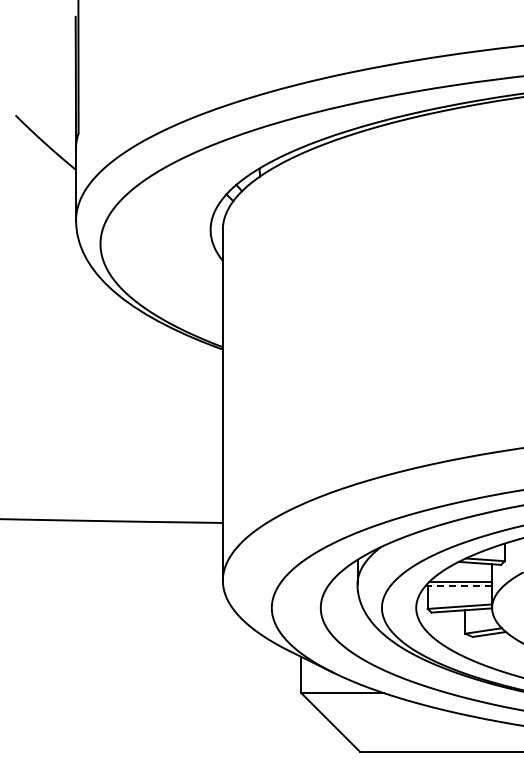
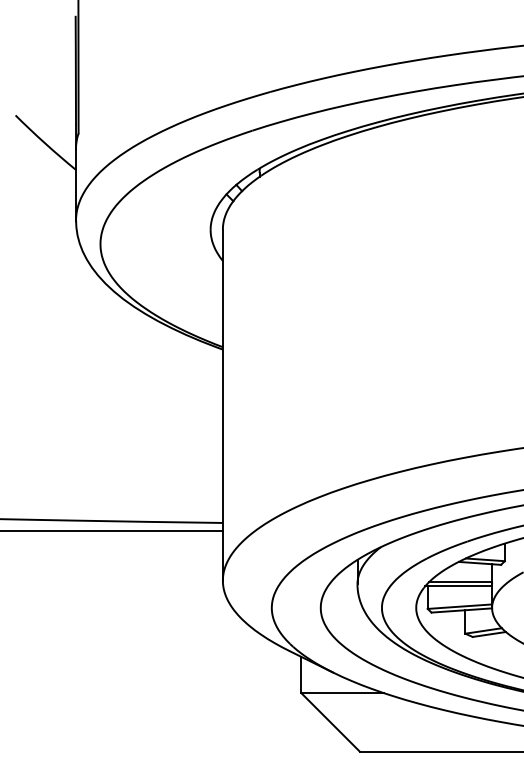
line at (112, 531): none -> present
line at (459, 586): dashed -> solid
